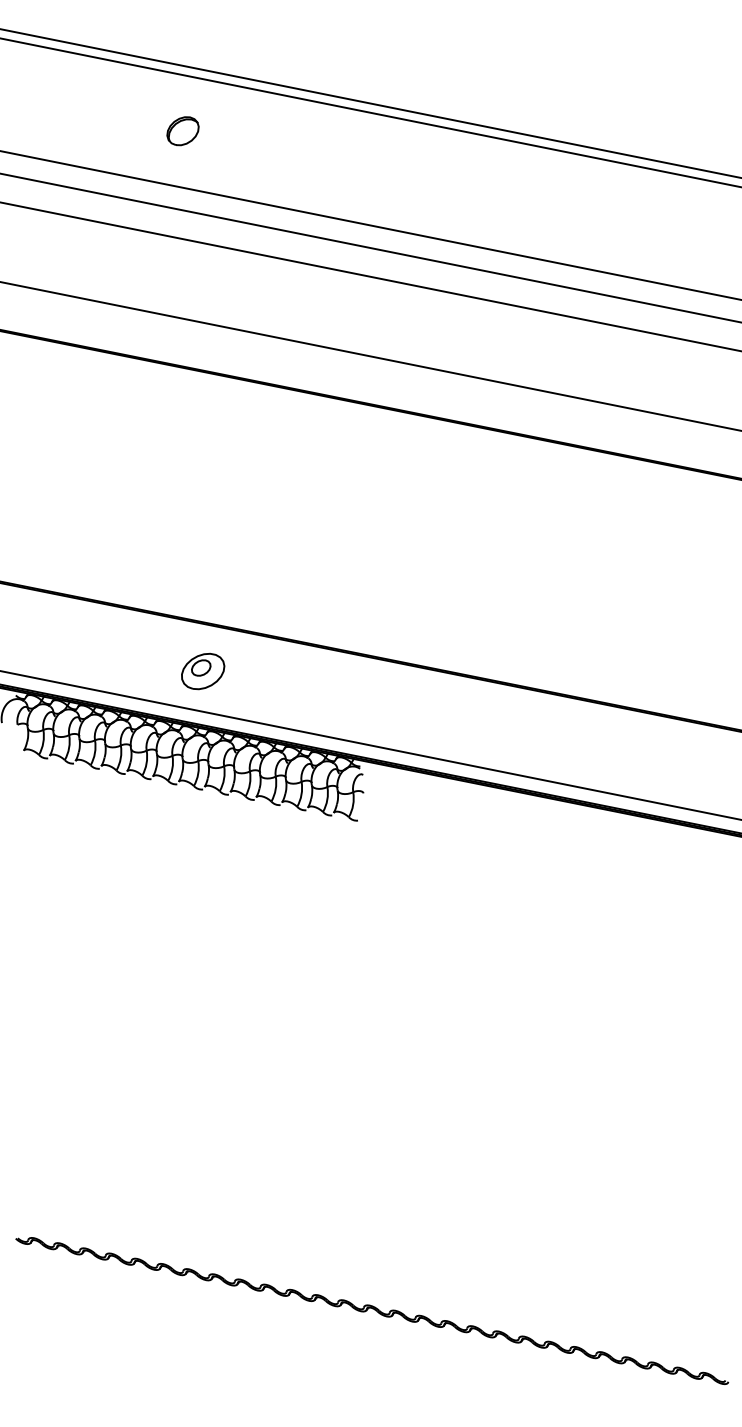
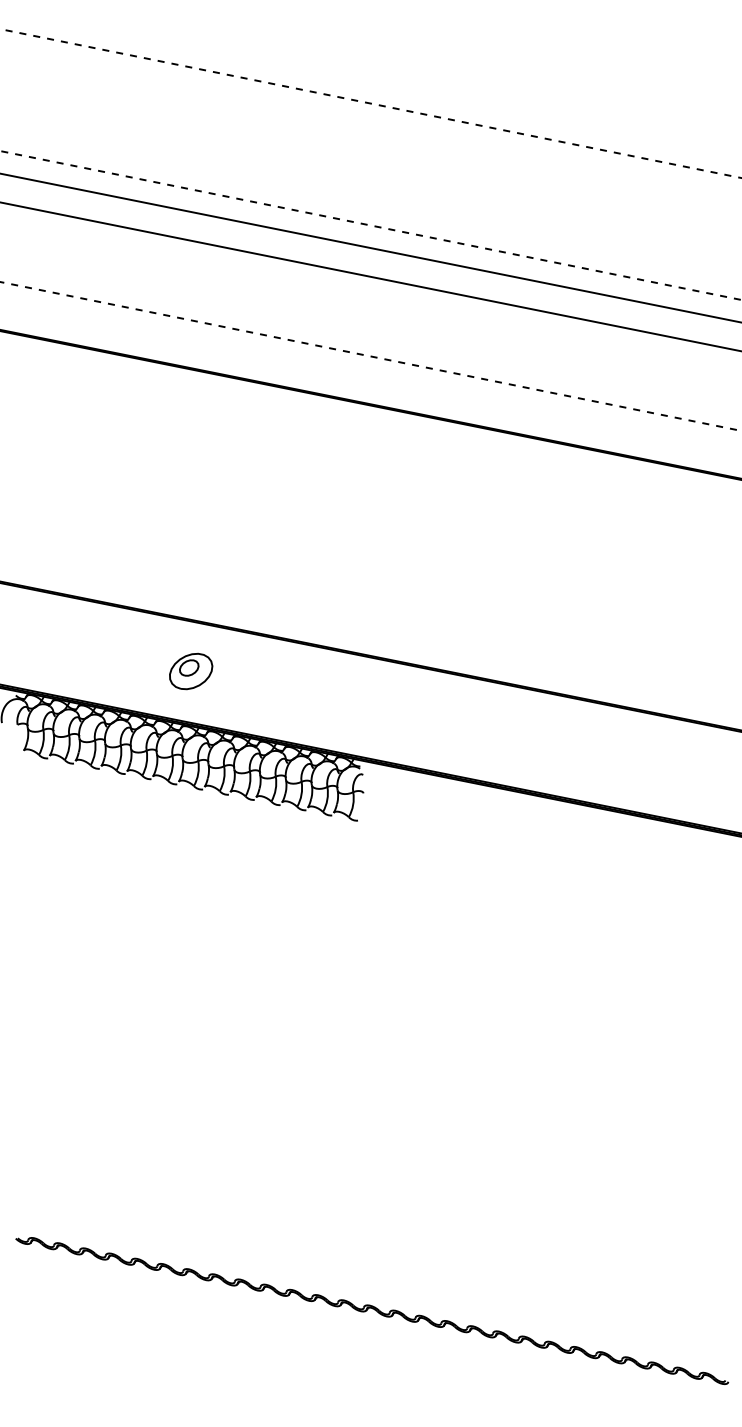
line at (370, 103): solid -> dashed
line at (370, 112): present -> none
part at (182, 131): present -> none
line at (371, 225): solid -> dashed
line at (370, 356): solid -> dashed
part at (203, 671) position: (203, 671) -> (191, 671)
line at (370, 745): present -> none
